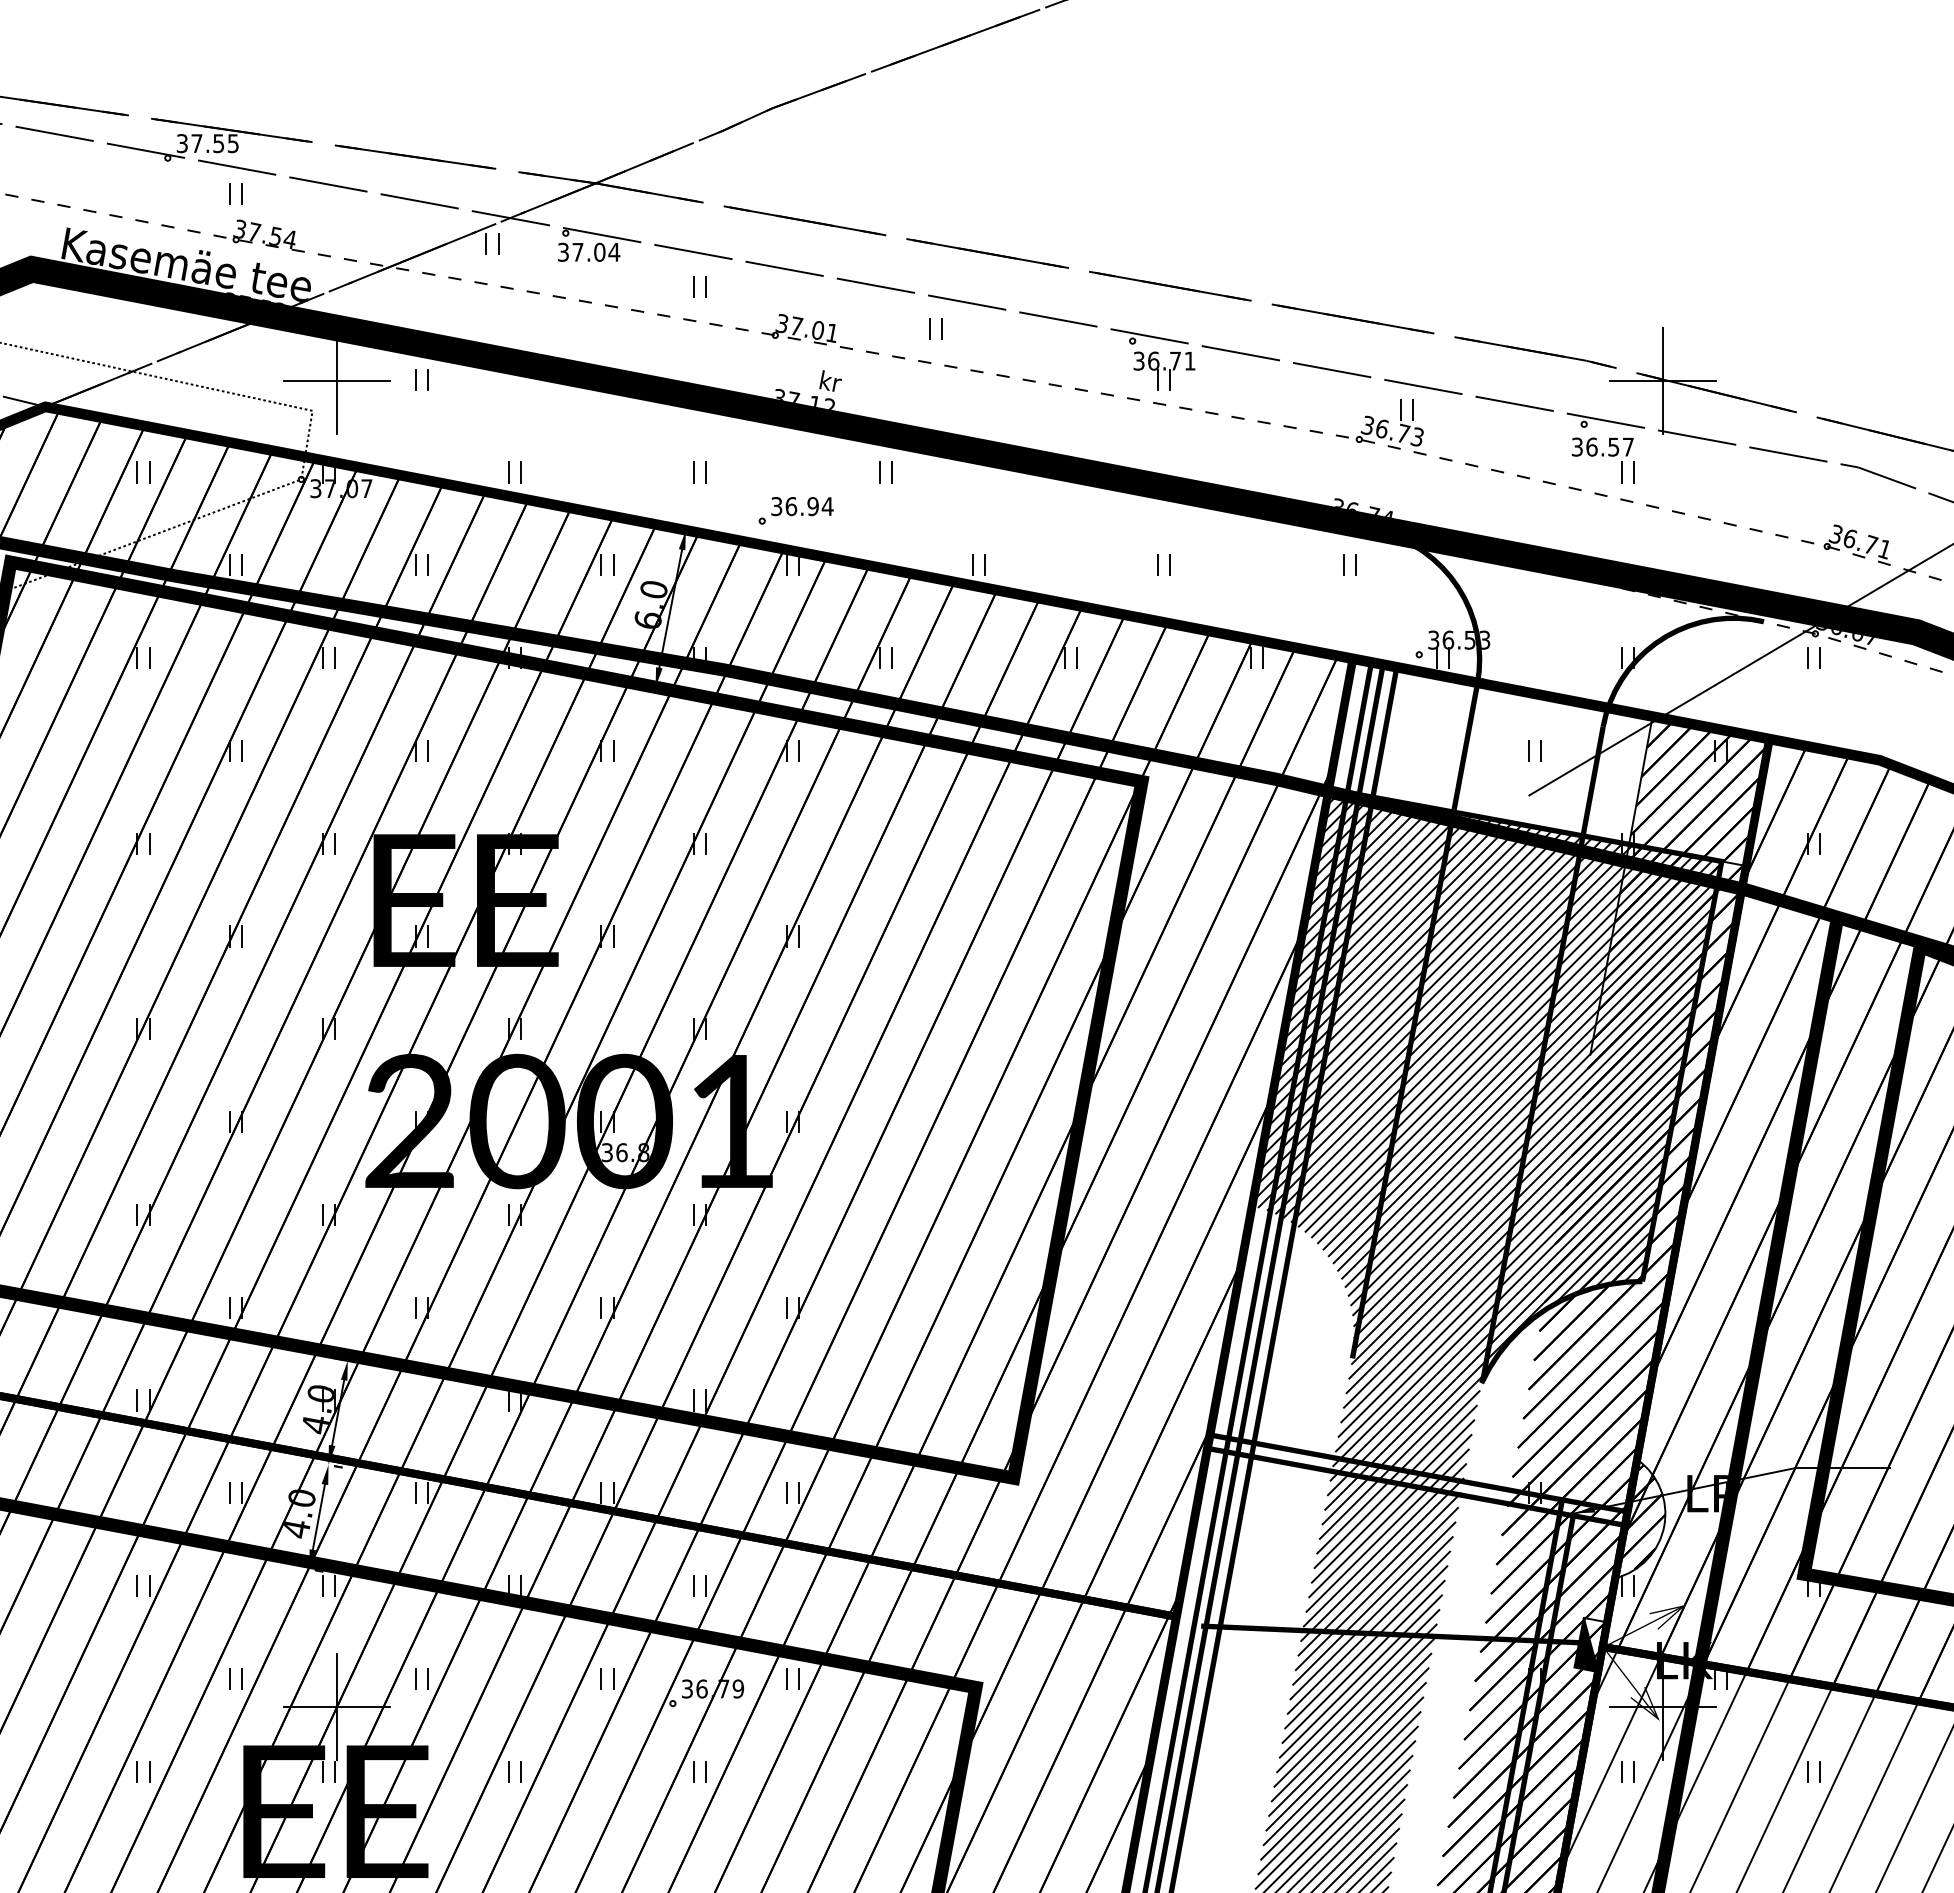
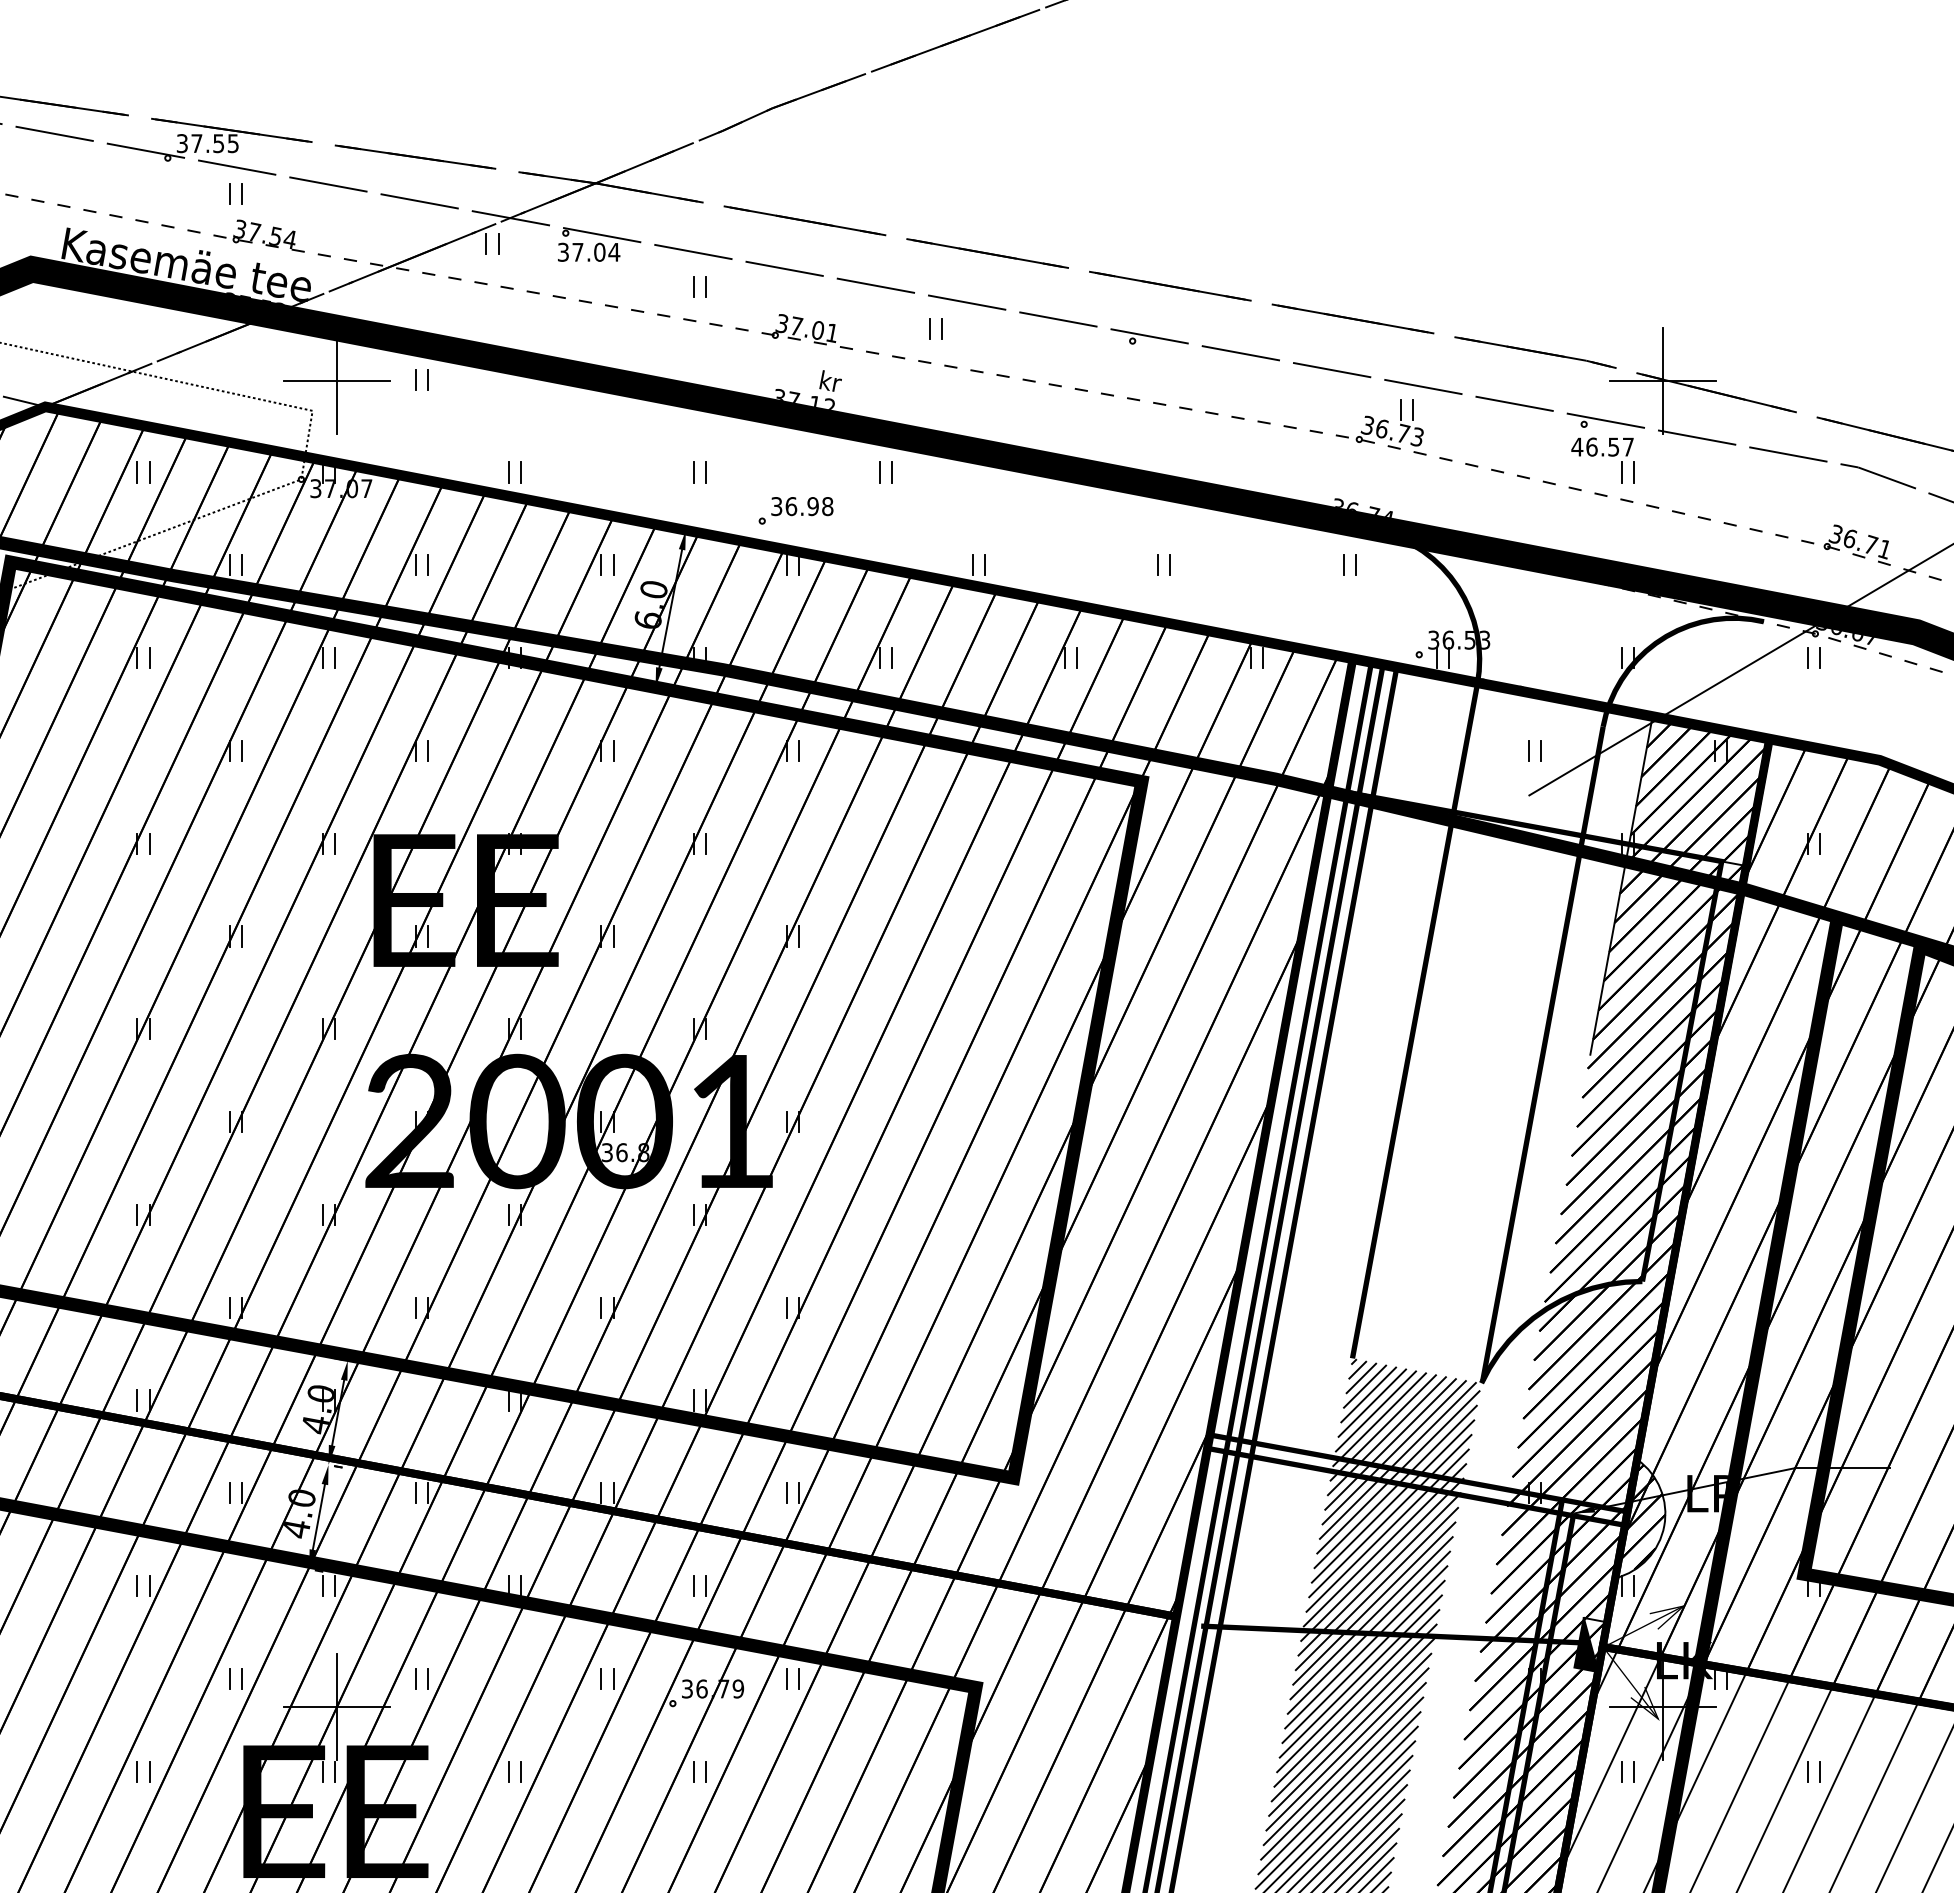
part at (1164, 370): present -> none
text at (1577, 446): 36.57 -> 46.57
text at (827, 506): 36.94 -> 36.98
hatch at (1486, 1085): present -> none
